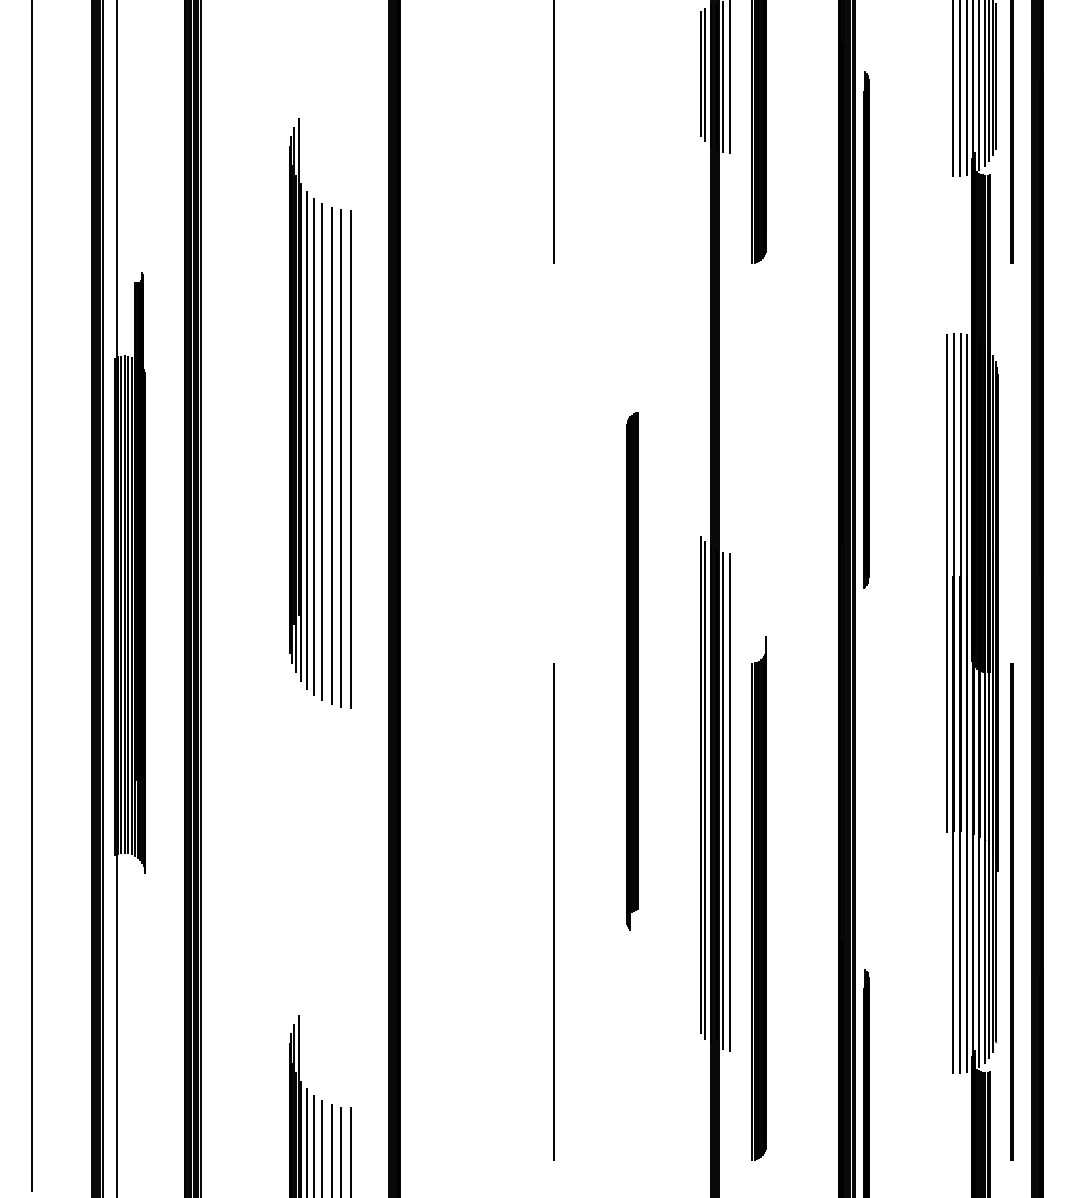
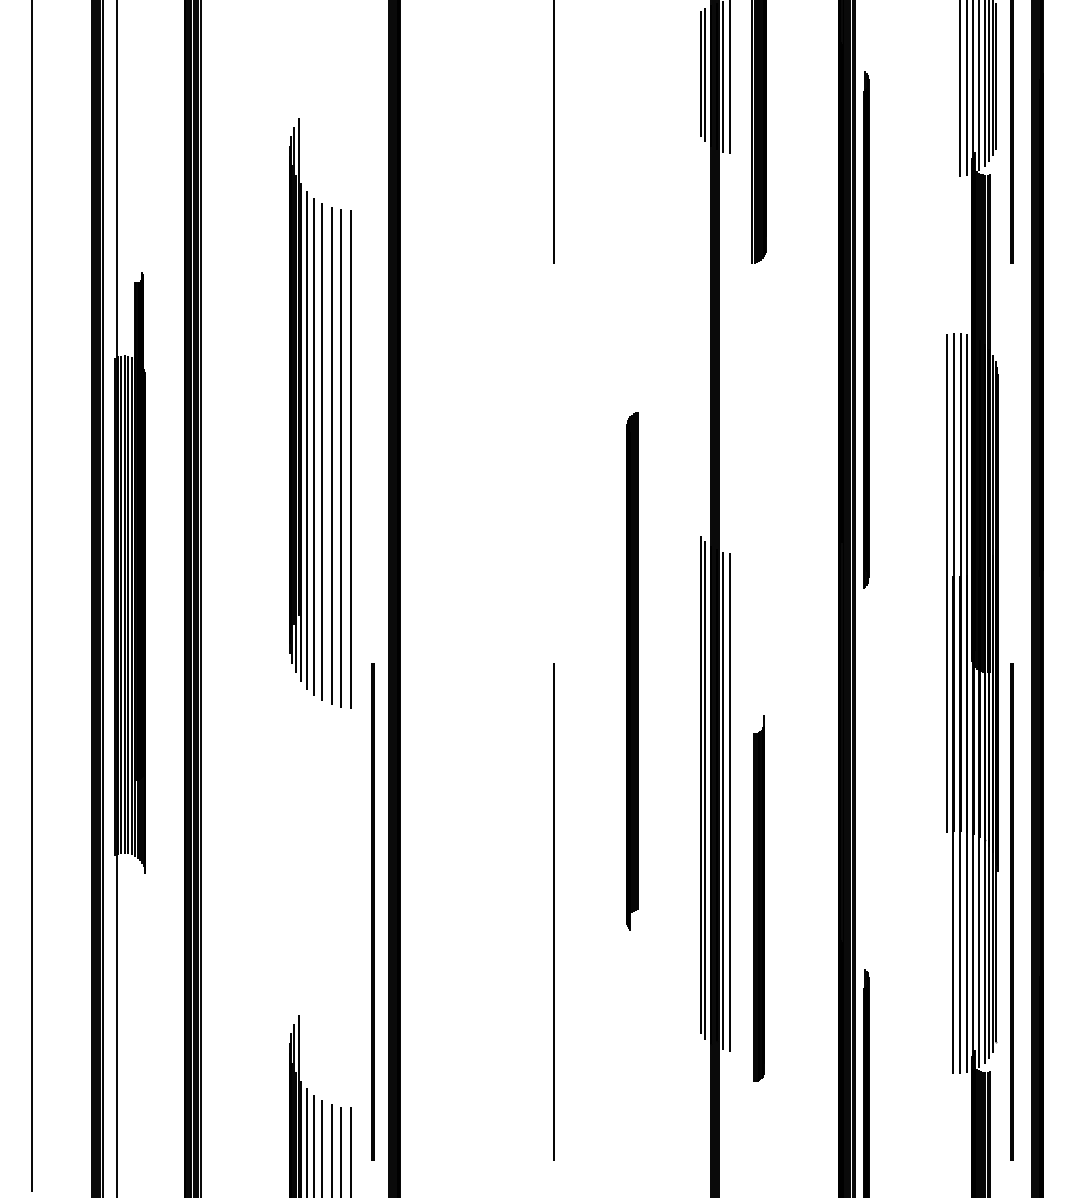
line at (953, 89): present -> none
part at (758, 898) size: 16x525 px -> 12x367 px
line at (372, 911): none -> present
